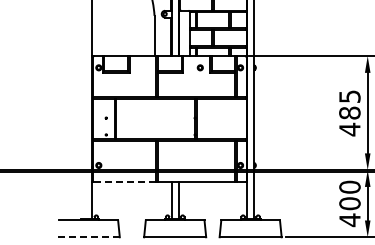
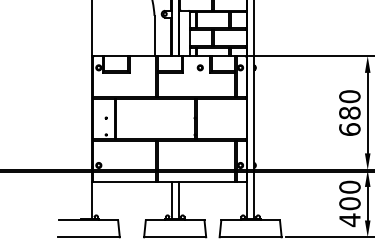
text at (349, 113): 485 -> 680
line at (124, 181): dashed -> solid
line at (89, 237): dashed -> solid
